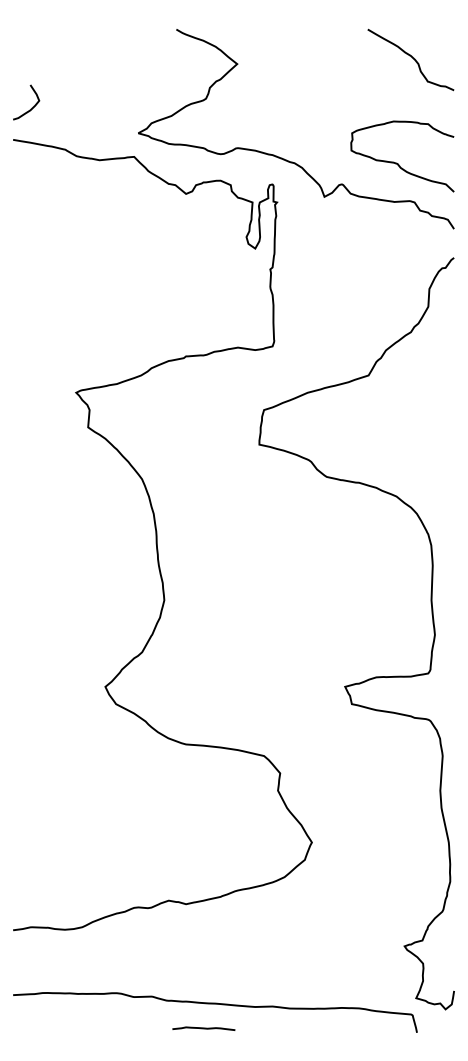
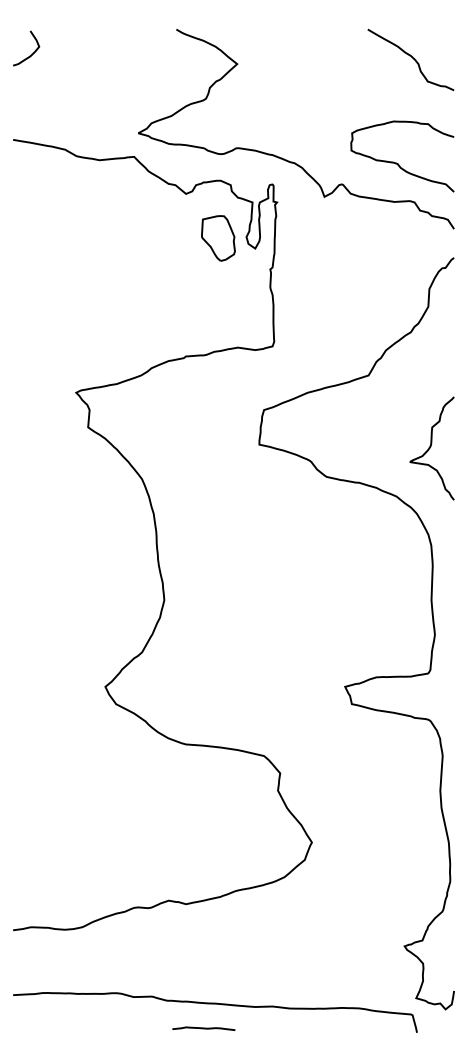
curve at (31, 107) position: (31, 107) -> (31, 53)
part at (218, 238): none -> present
curve at (430, 448): none -> present
